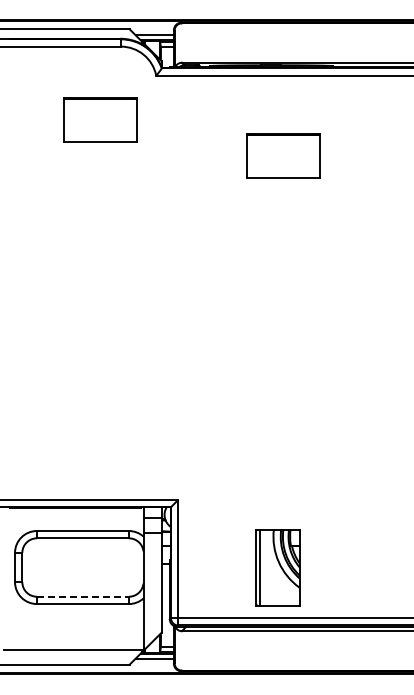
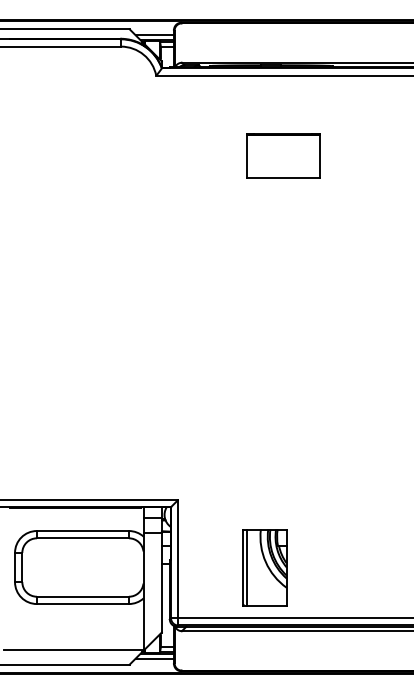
part at (100, 119): present -> none
part at (277, 567) position: (277, 567) -> (264, 567)
line at (83, 596): dashed -> solid
